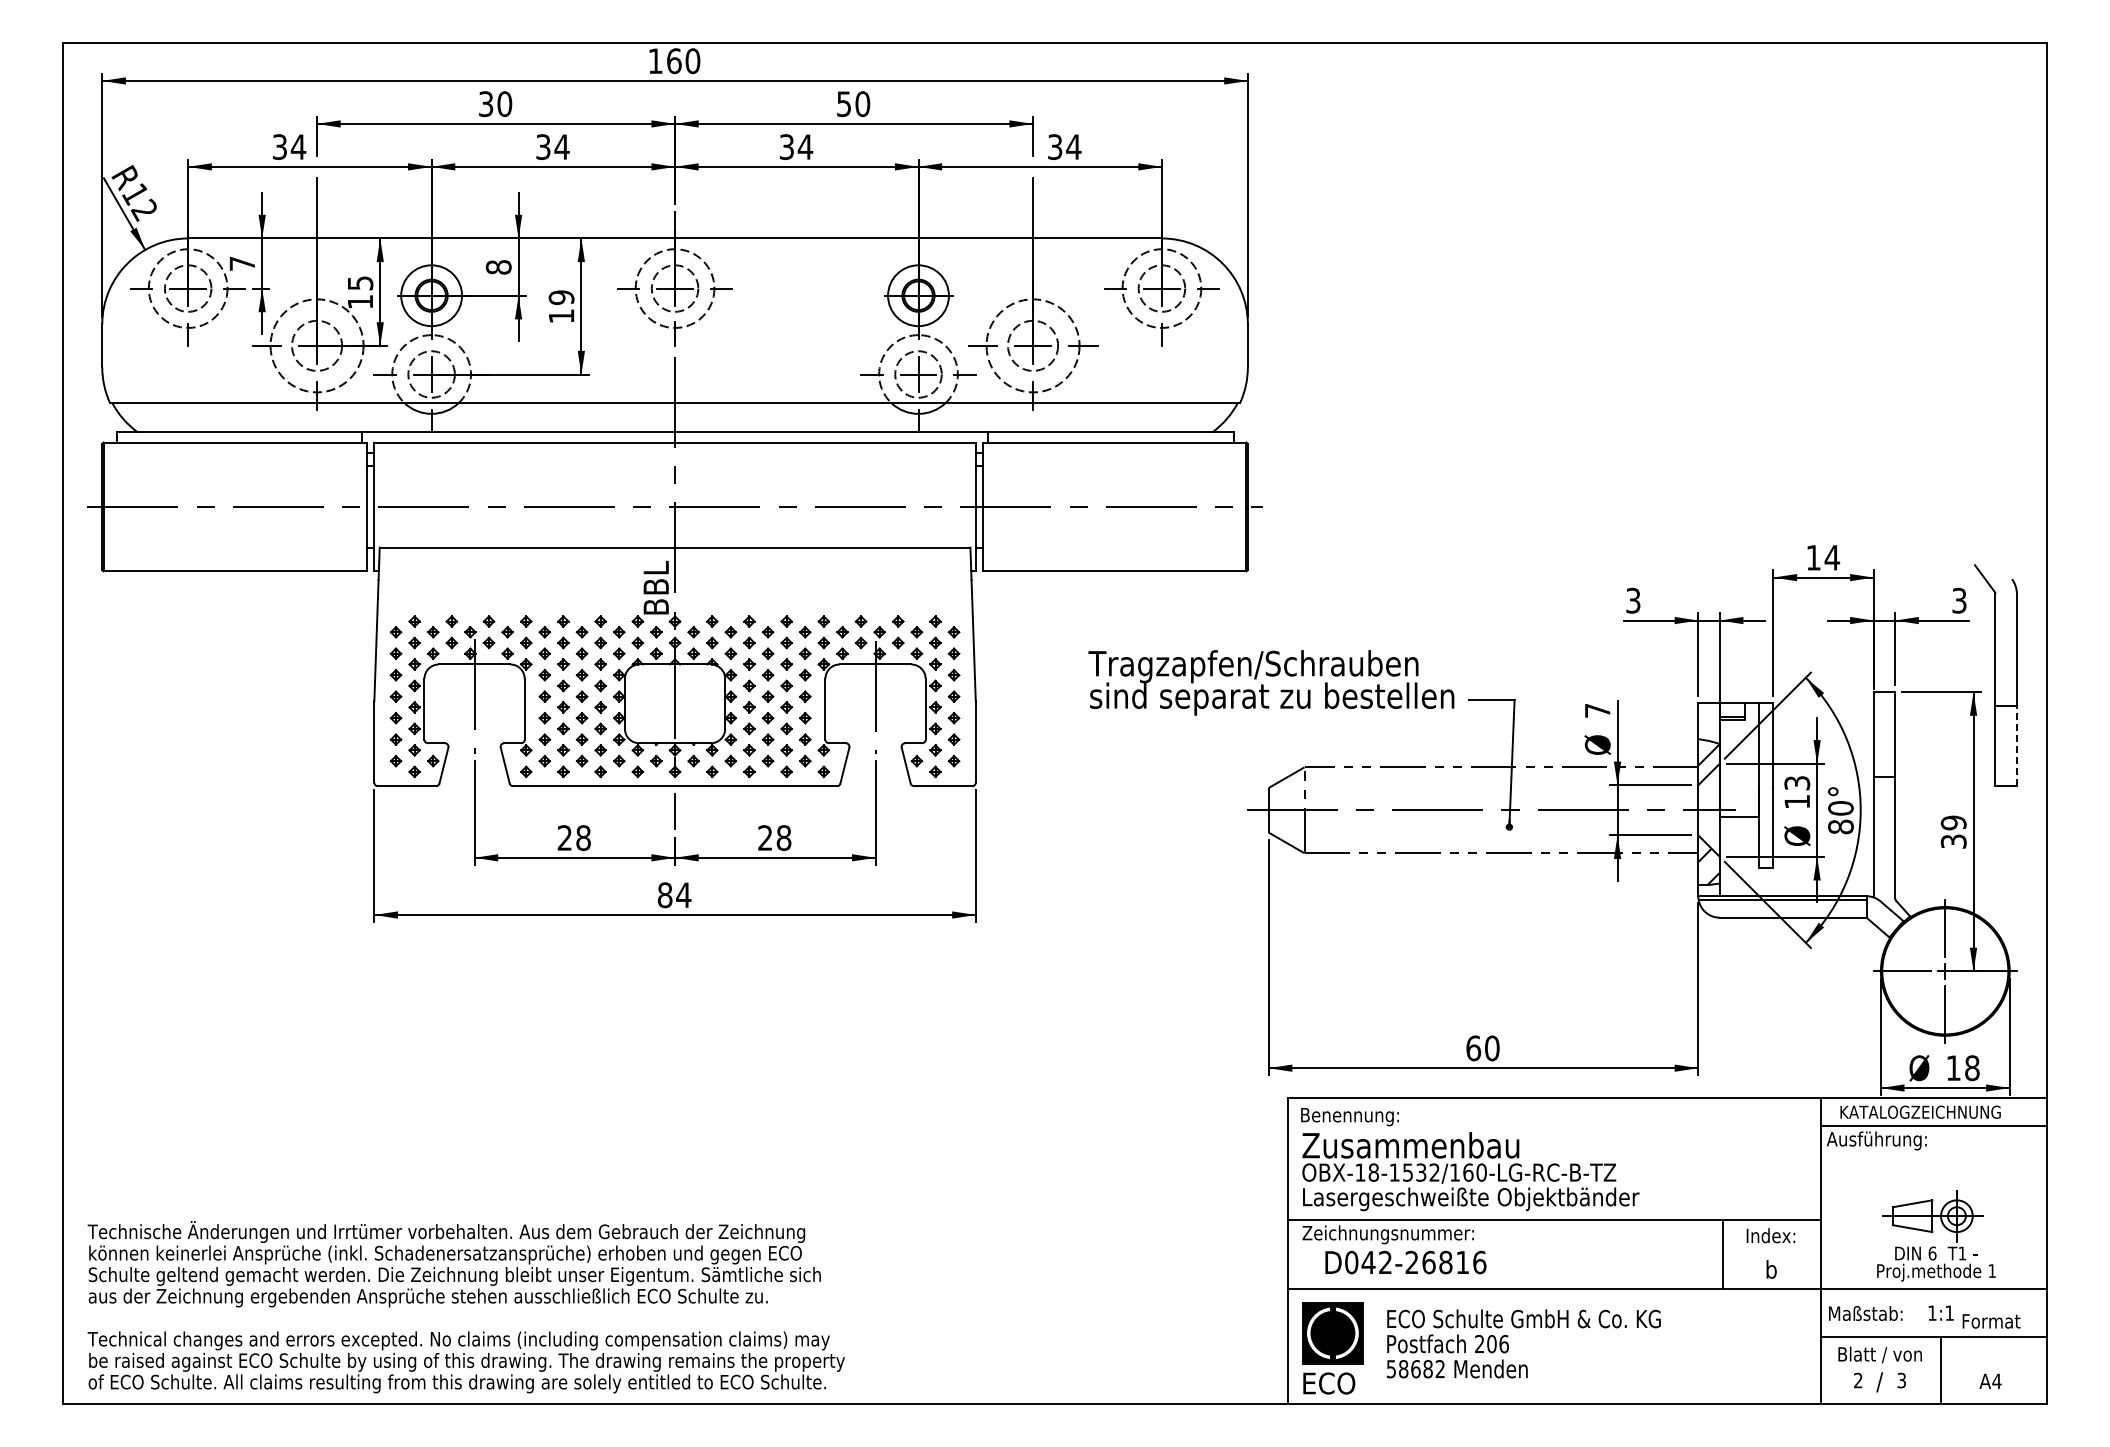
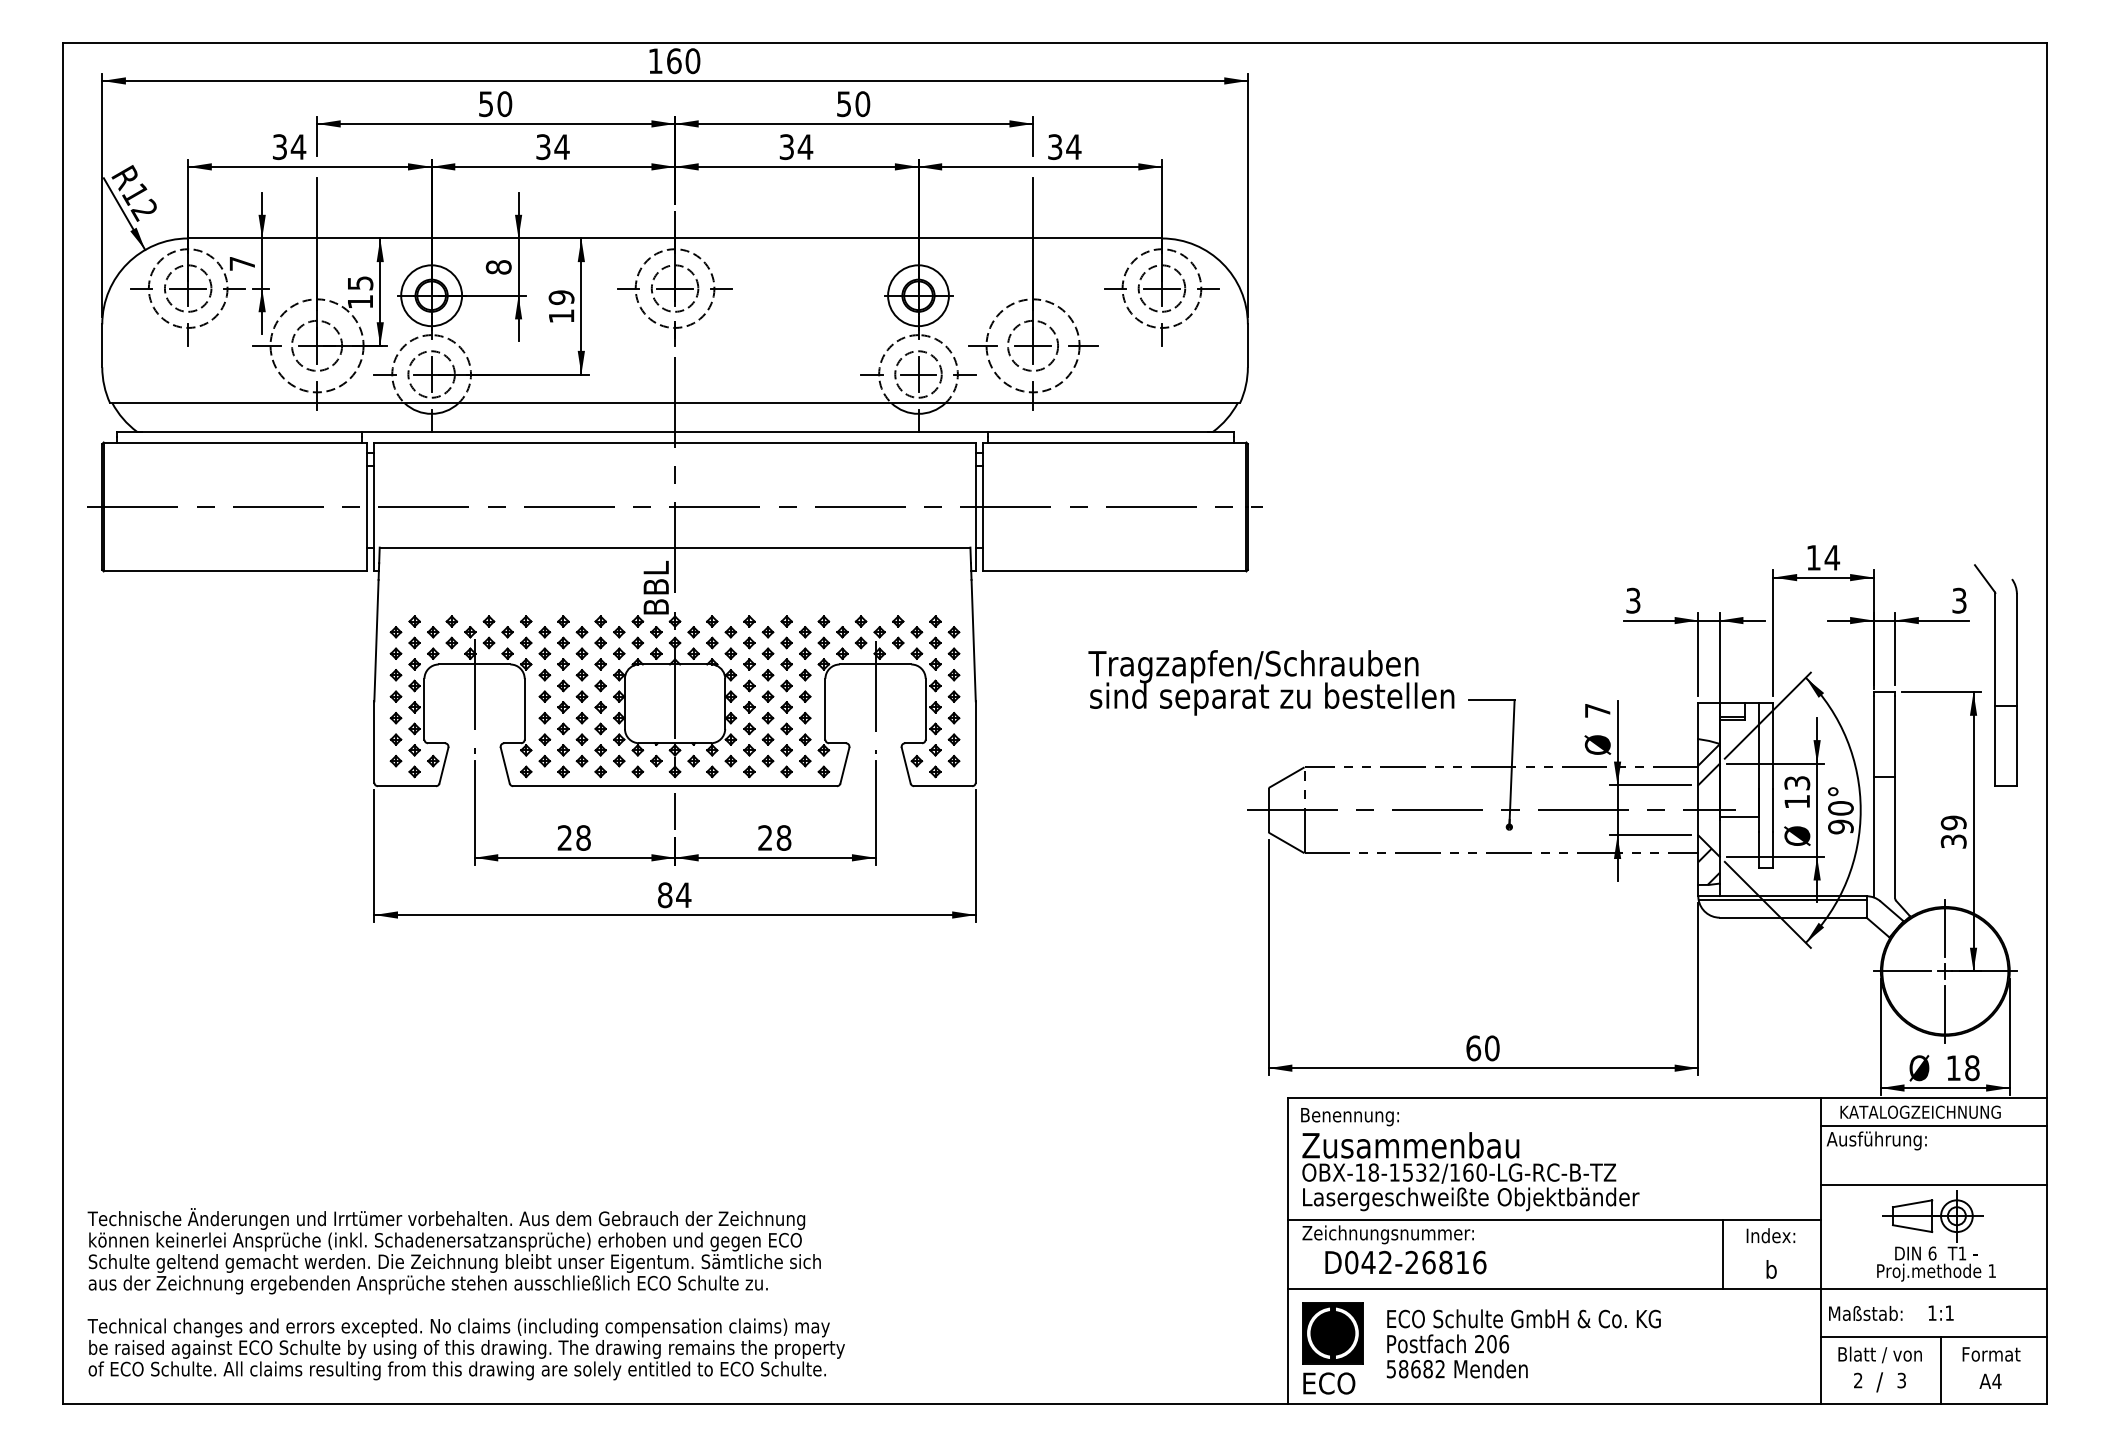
text at (486, 103): 30 -> 50
line at (2016, 745): dashed -> solid
text at (1840, 826): 80° -> 90°
line at (1933, 1184): none -> present
text at (465, 1307) position: (465, 1307) -> (465, 1294)
text at (1991, 1321) position: (1991, 1321) -> (1991, 1354)
